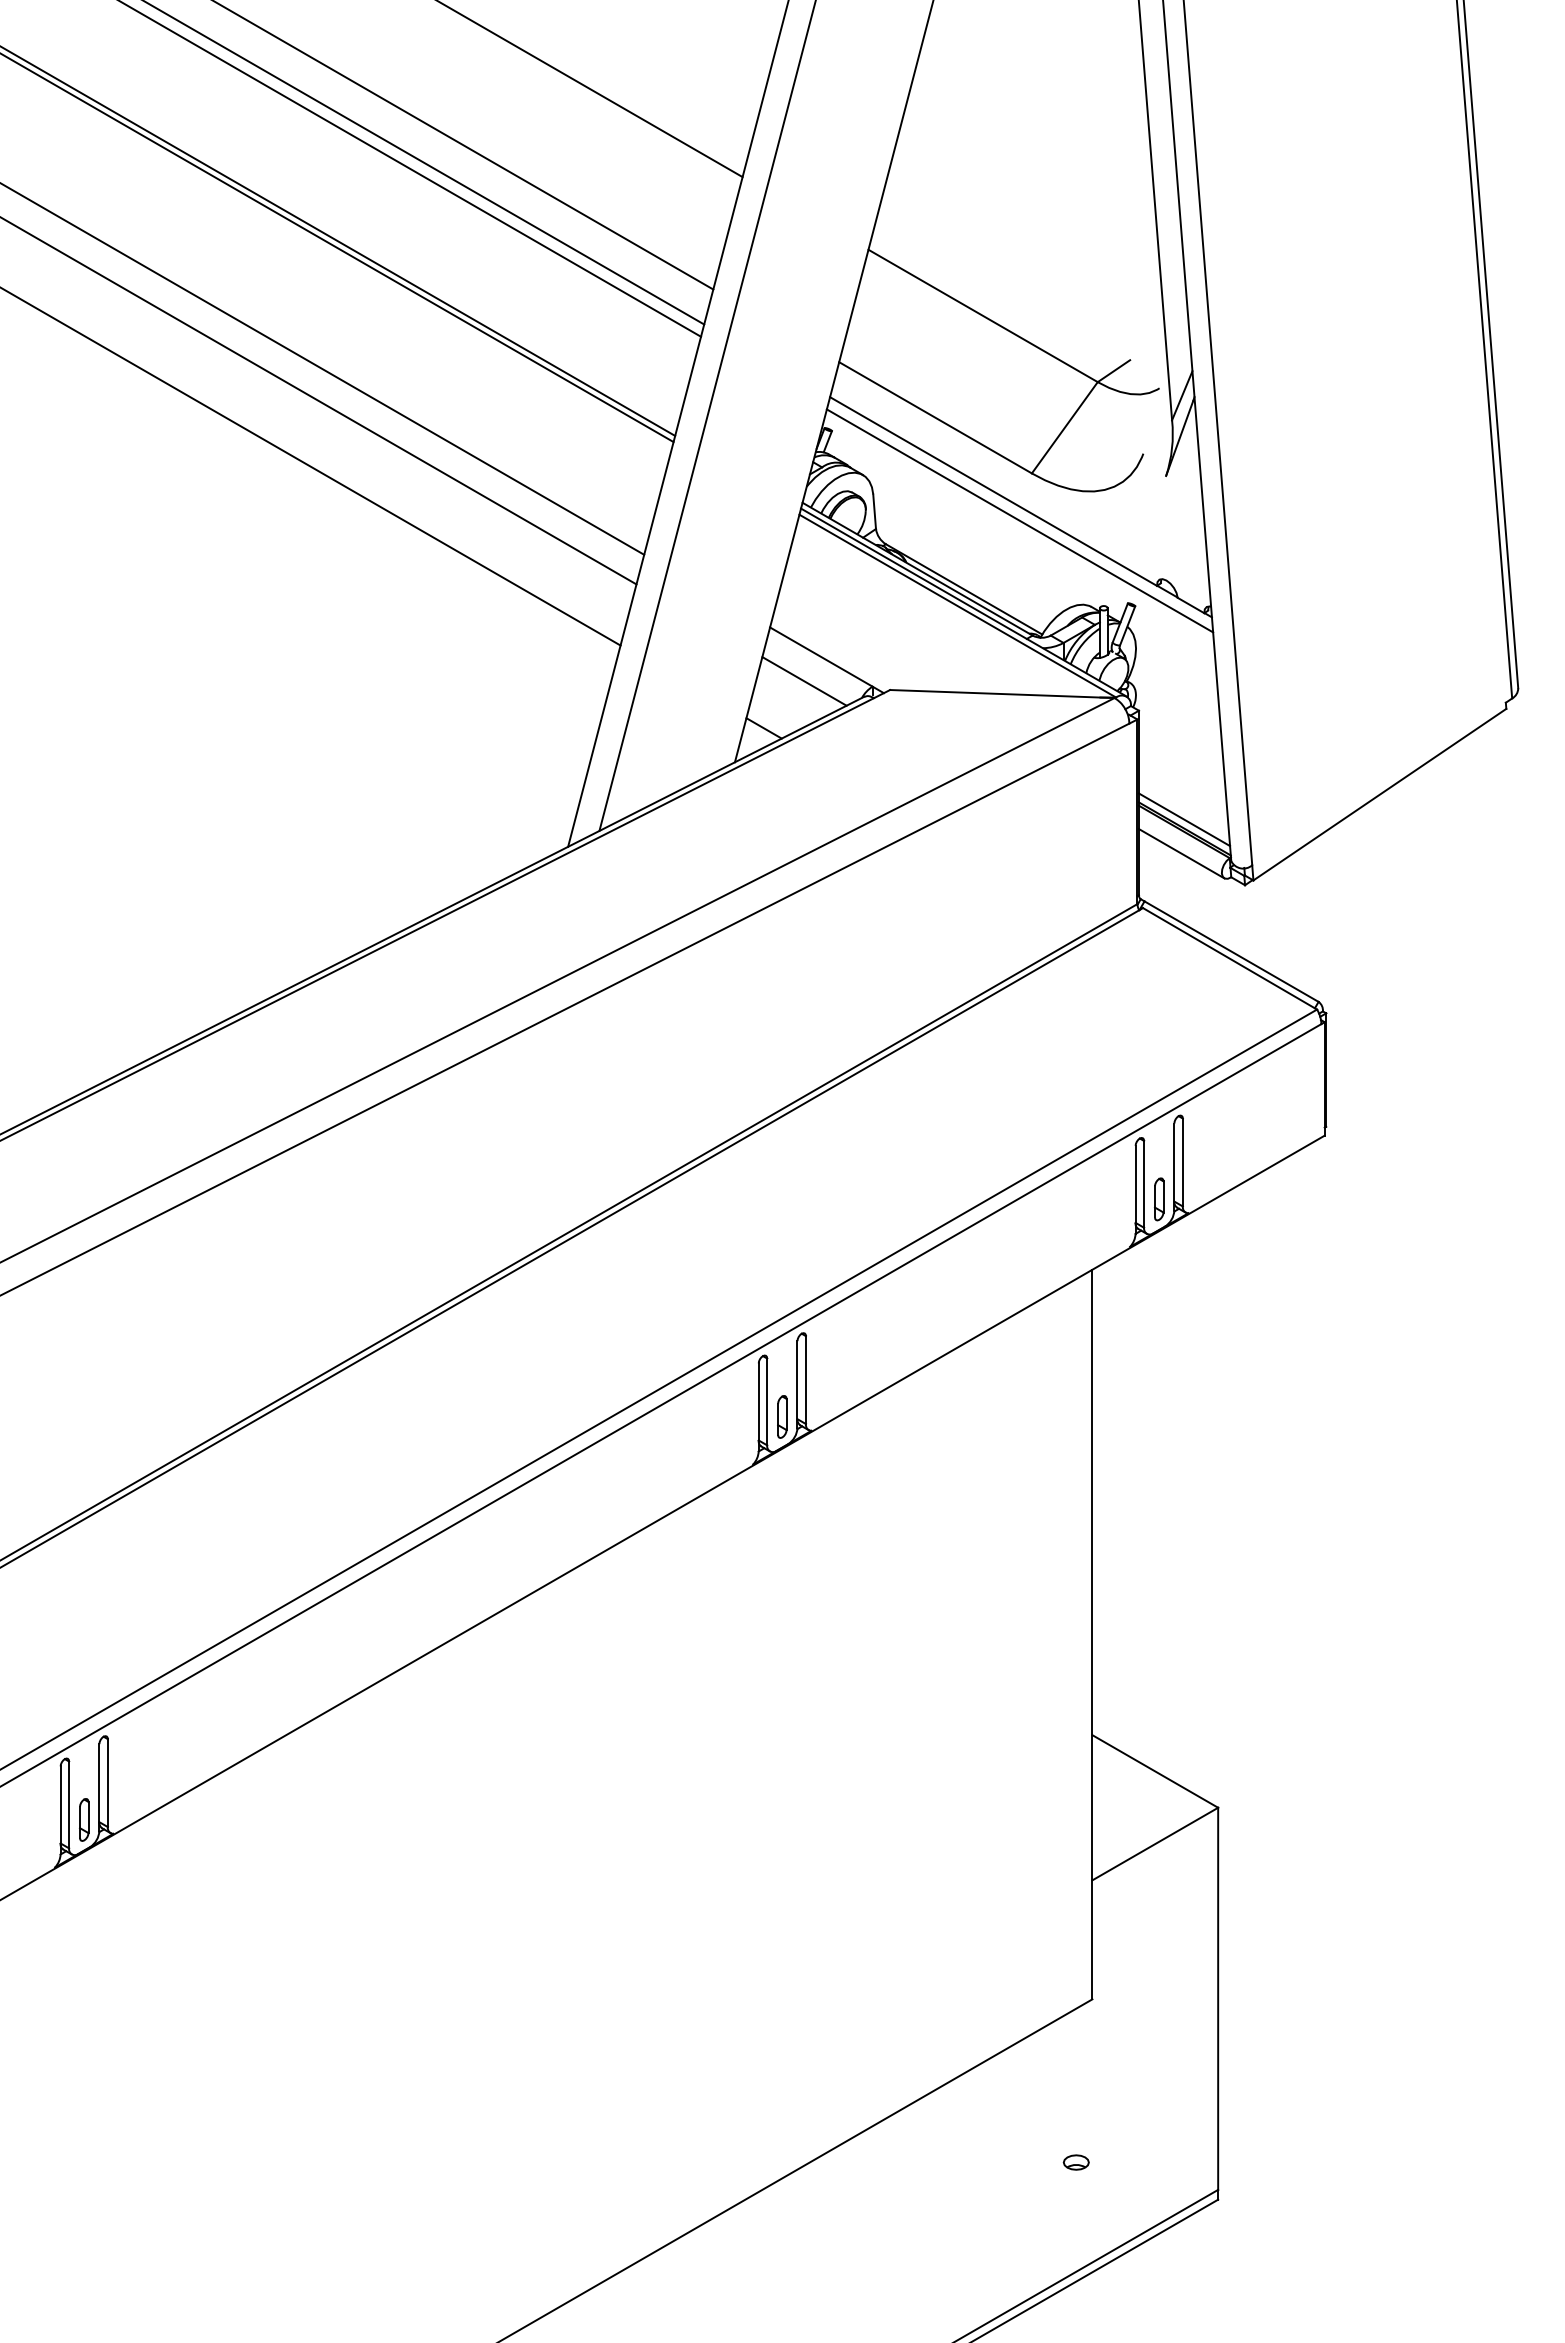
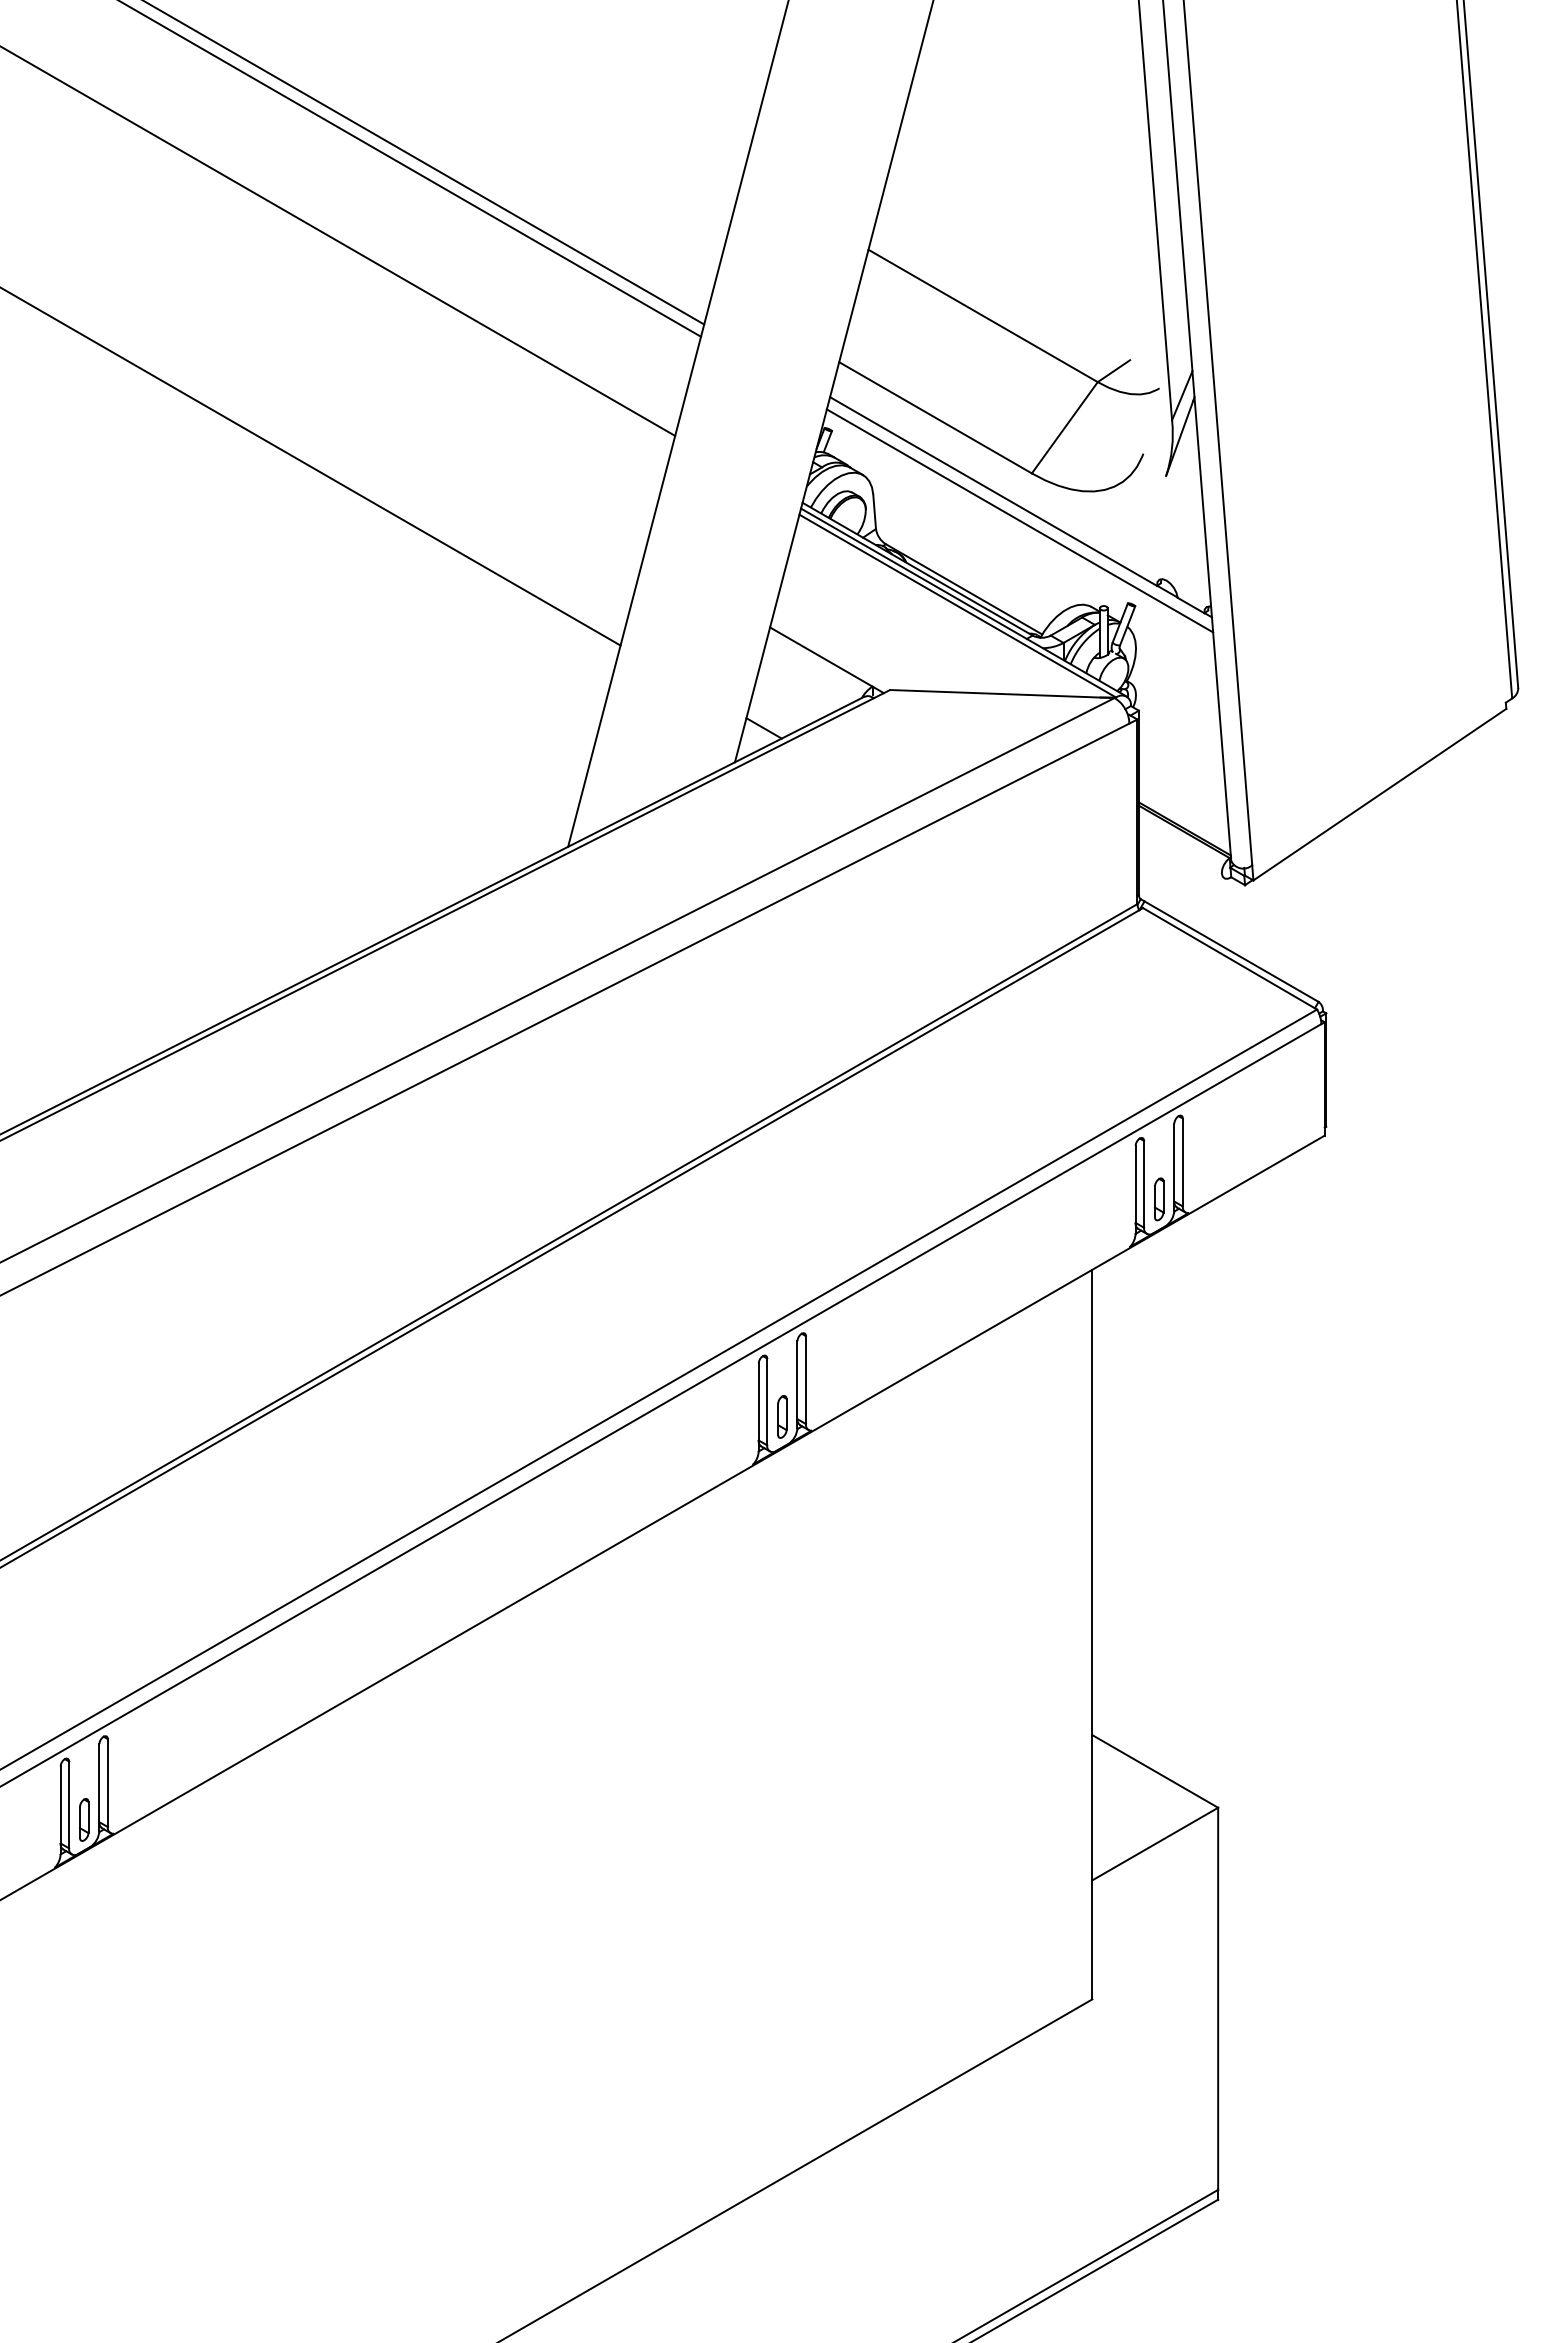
line at (590, 89): present -> none
line at (464, 145): present -> none
line at (337, 248): present -> none
line at (323, 369): present -> none
line at (319, 401): present -> none
line at (707, 416): present -> none
line at (804, 681): present -> none
line at (1184, 819): present -> none
line at (1181, 853): present -> none
part at (1075, 2162): present -> none
